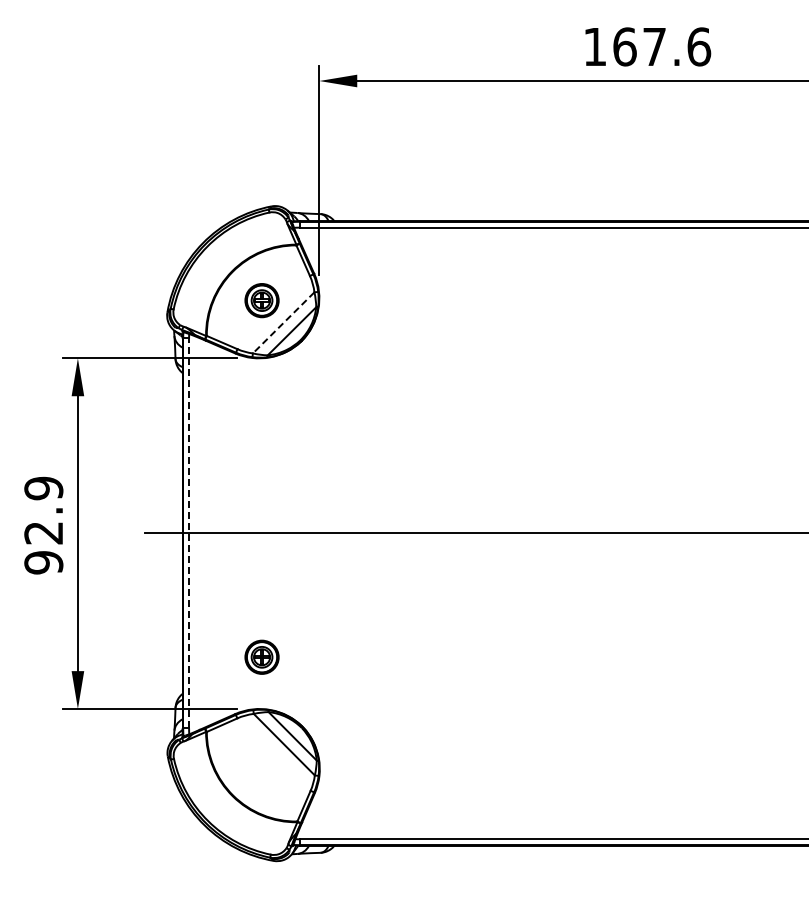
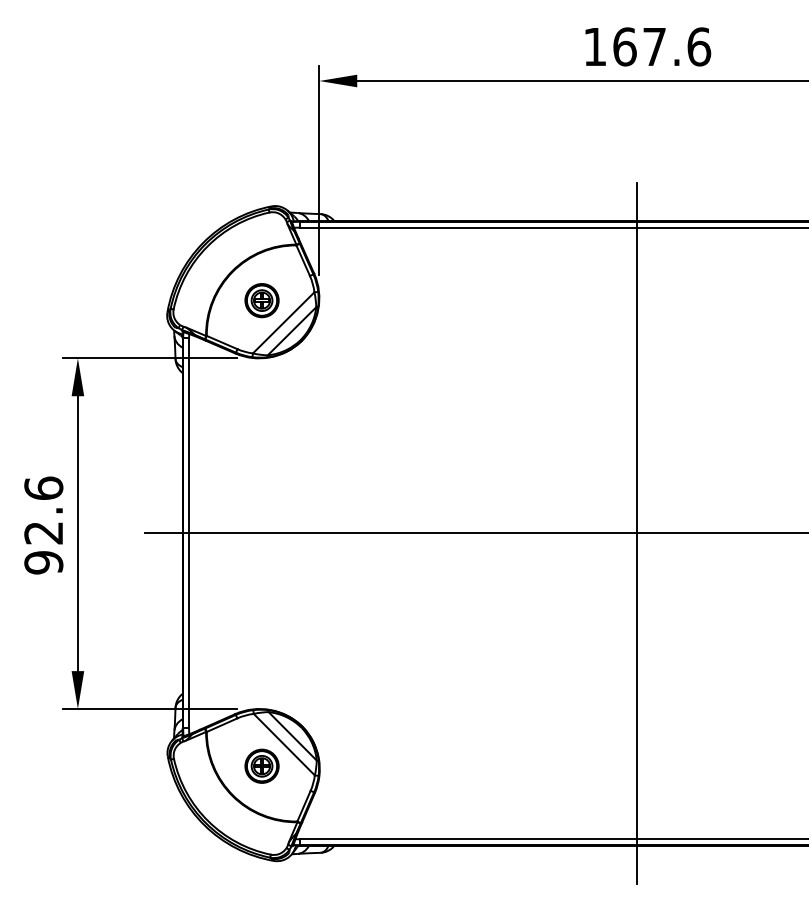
line at (283, 323): dashed -> solid
text at (43, 488): 92.9 -> 92.6
line at (189, 533): dashed -> solid
line at (636, 533): none -> present
part at (261, 656) position: (261, 656) -> (261, 765)
